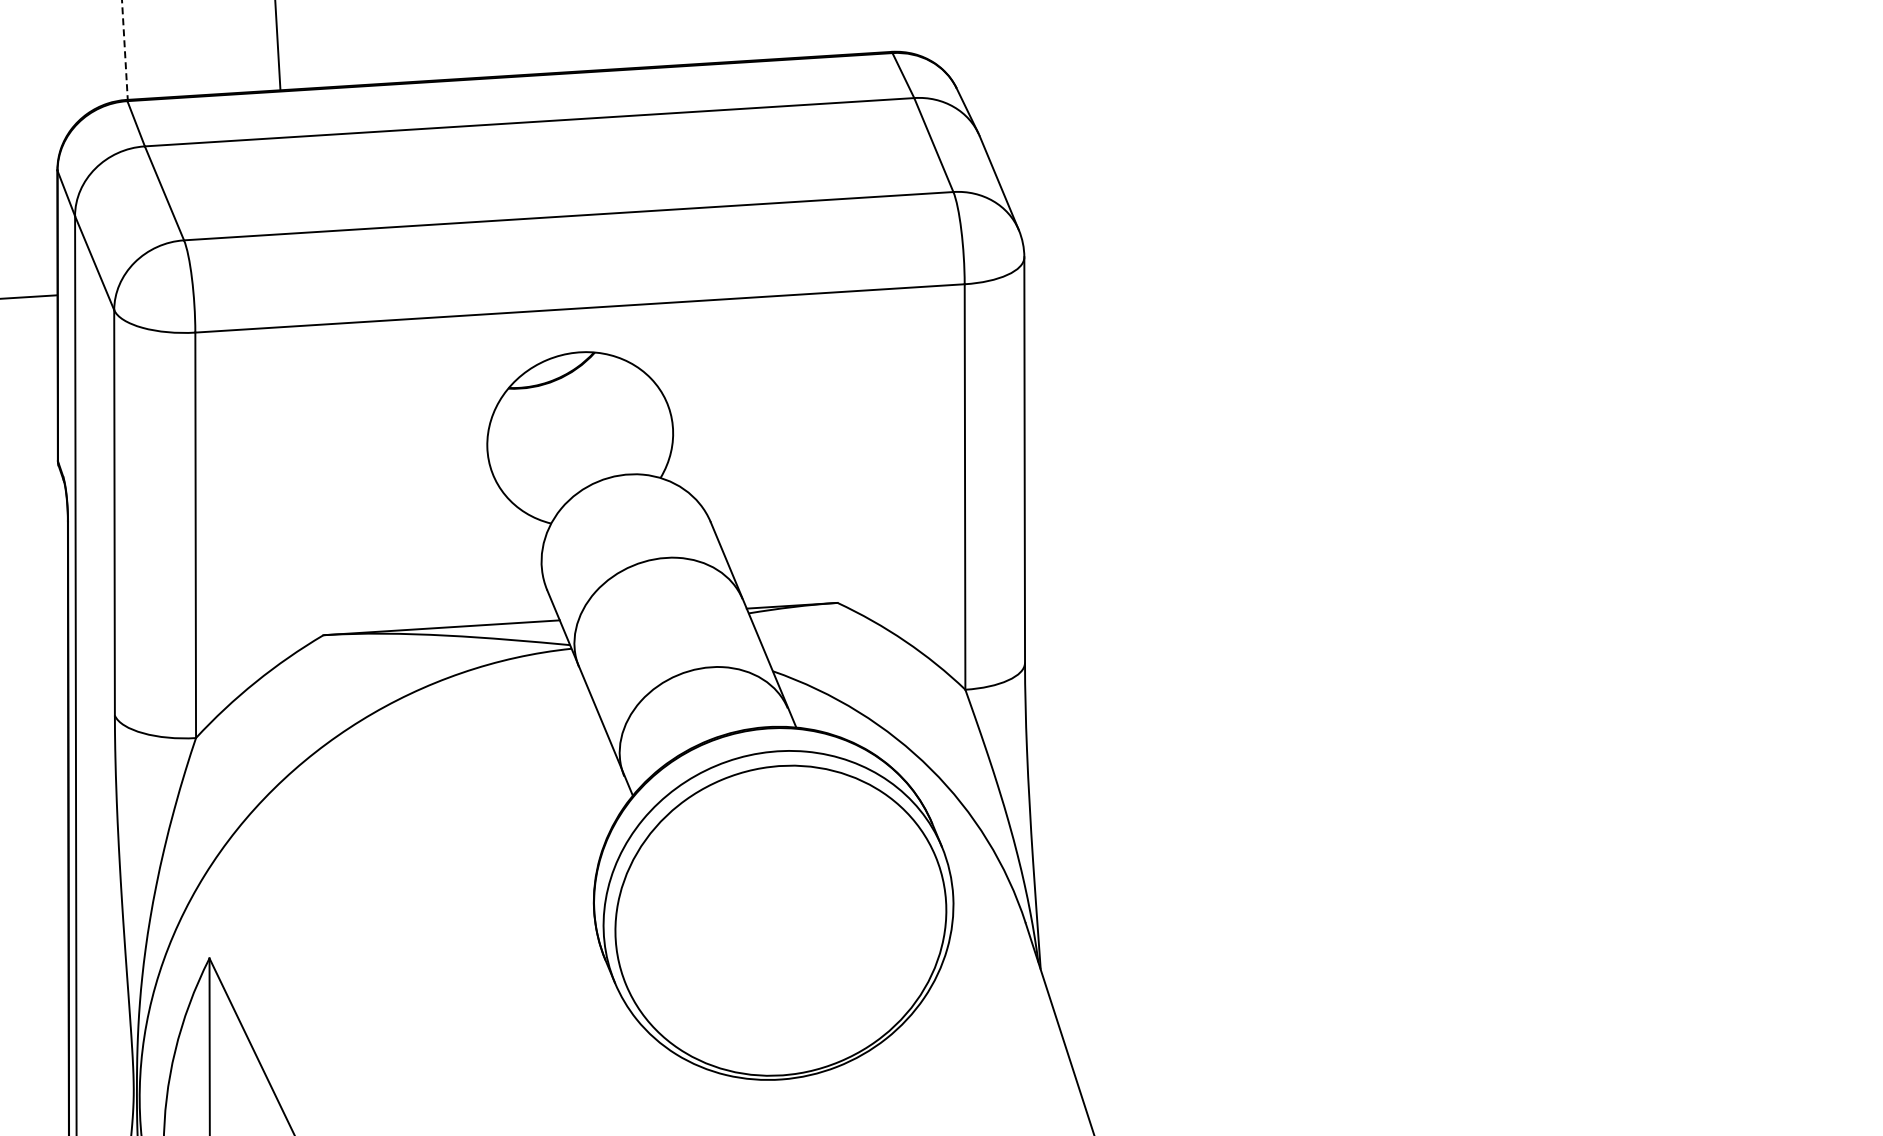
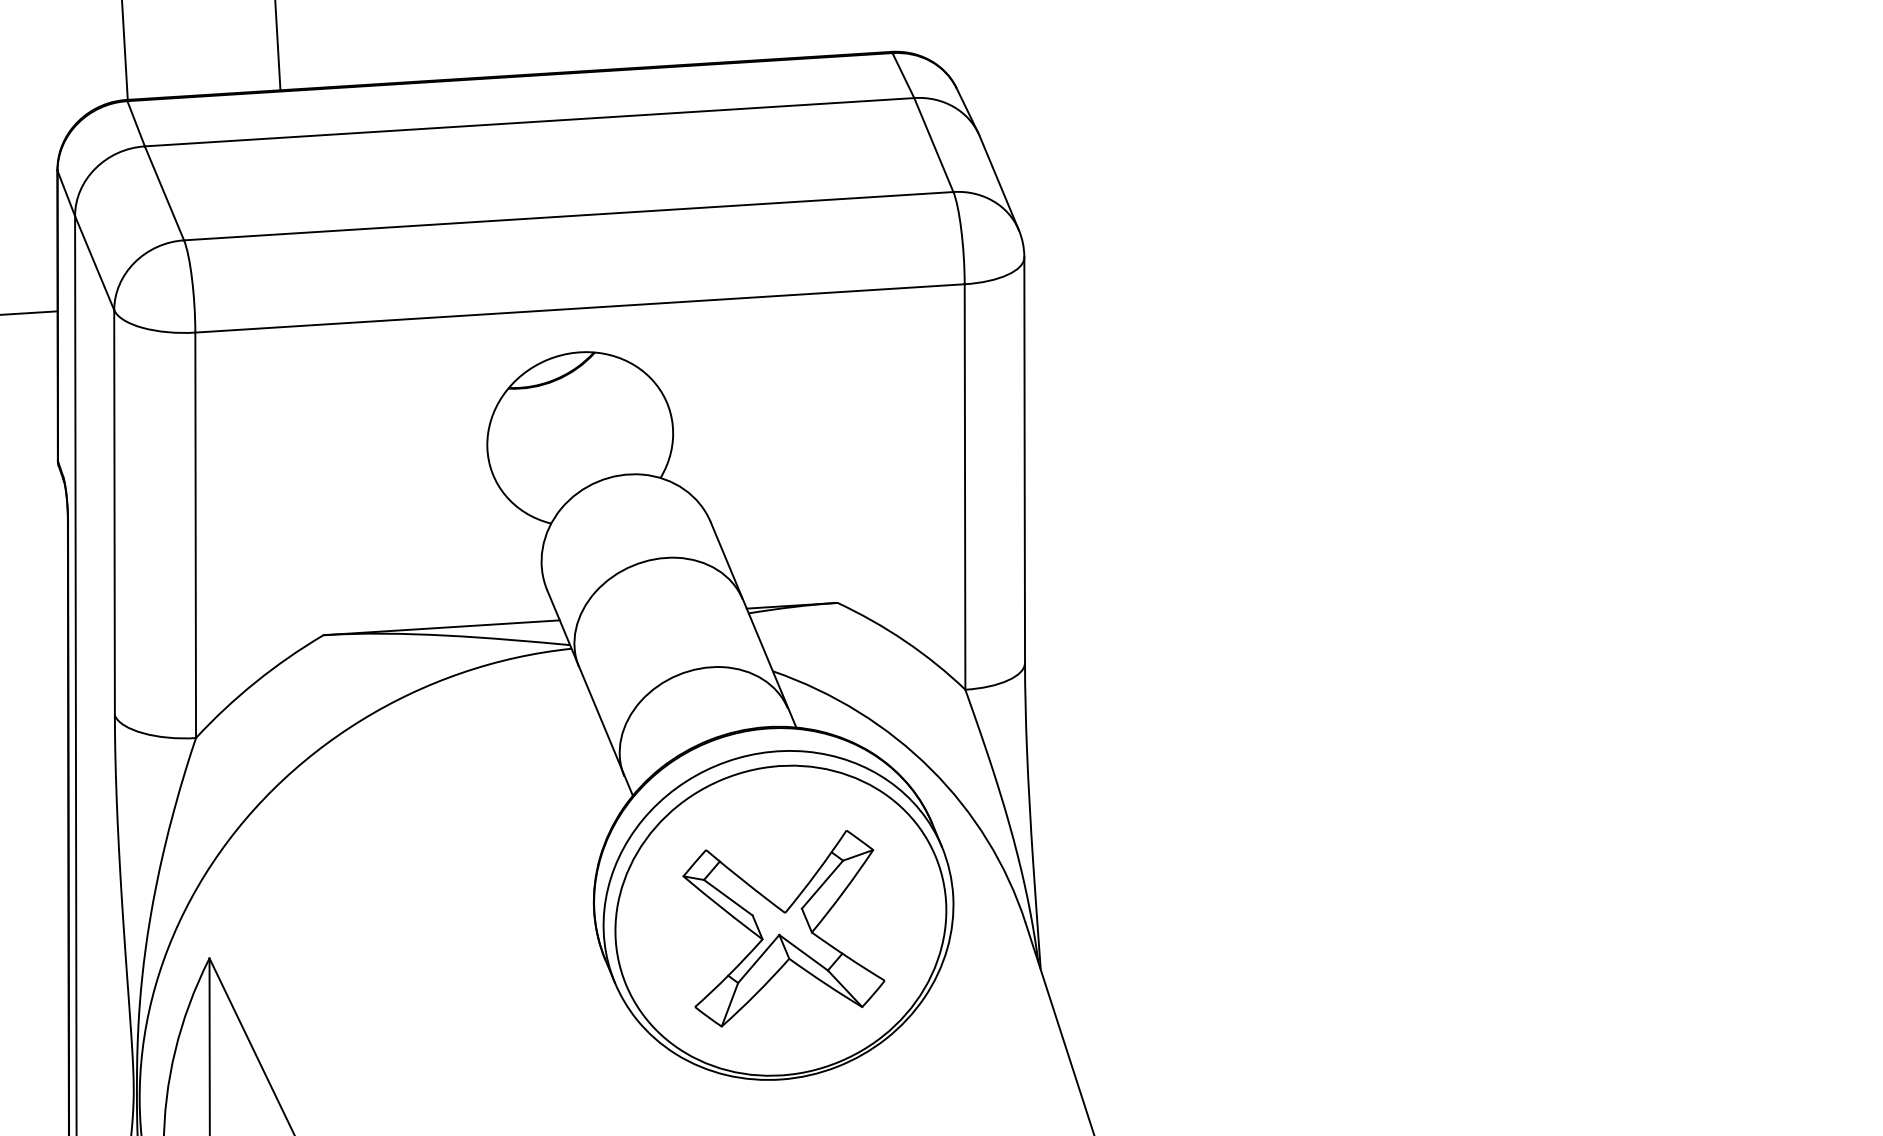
line at (124, 50): dashed -> solid
line at (29, 296) position: (29, 296) -> (29, 312)
part at (783, 928): none -> present
